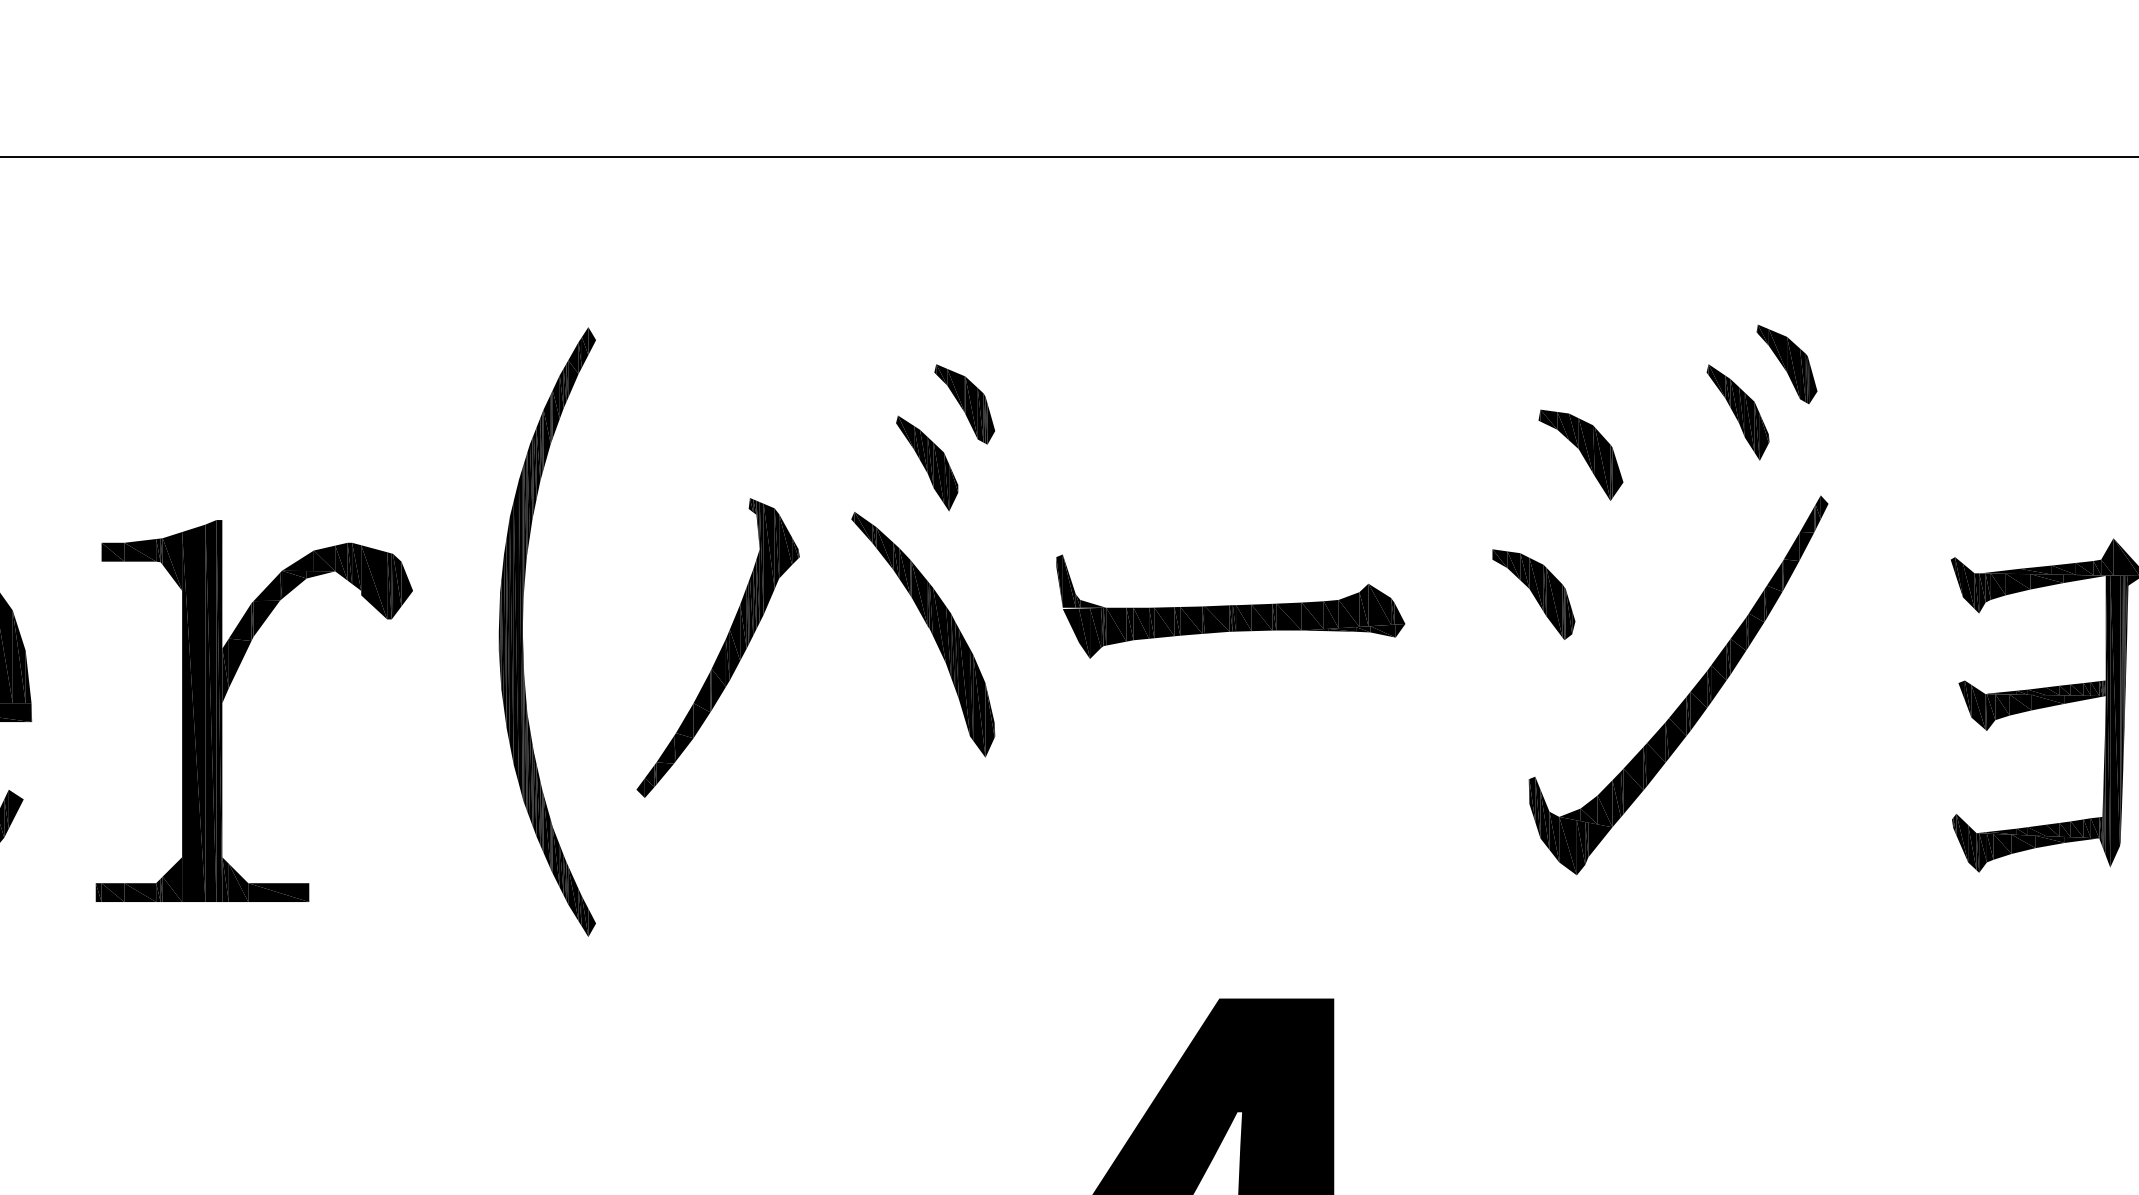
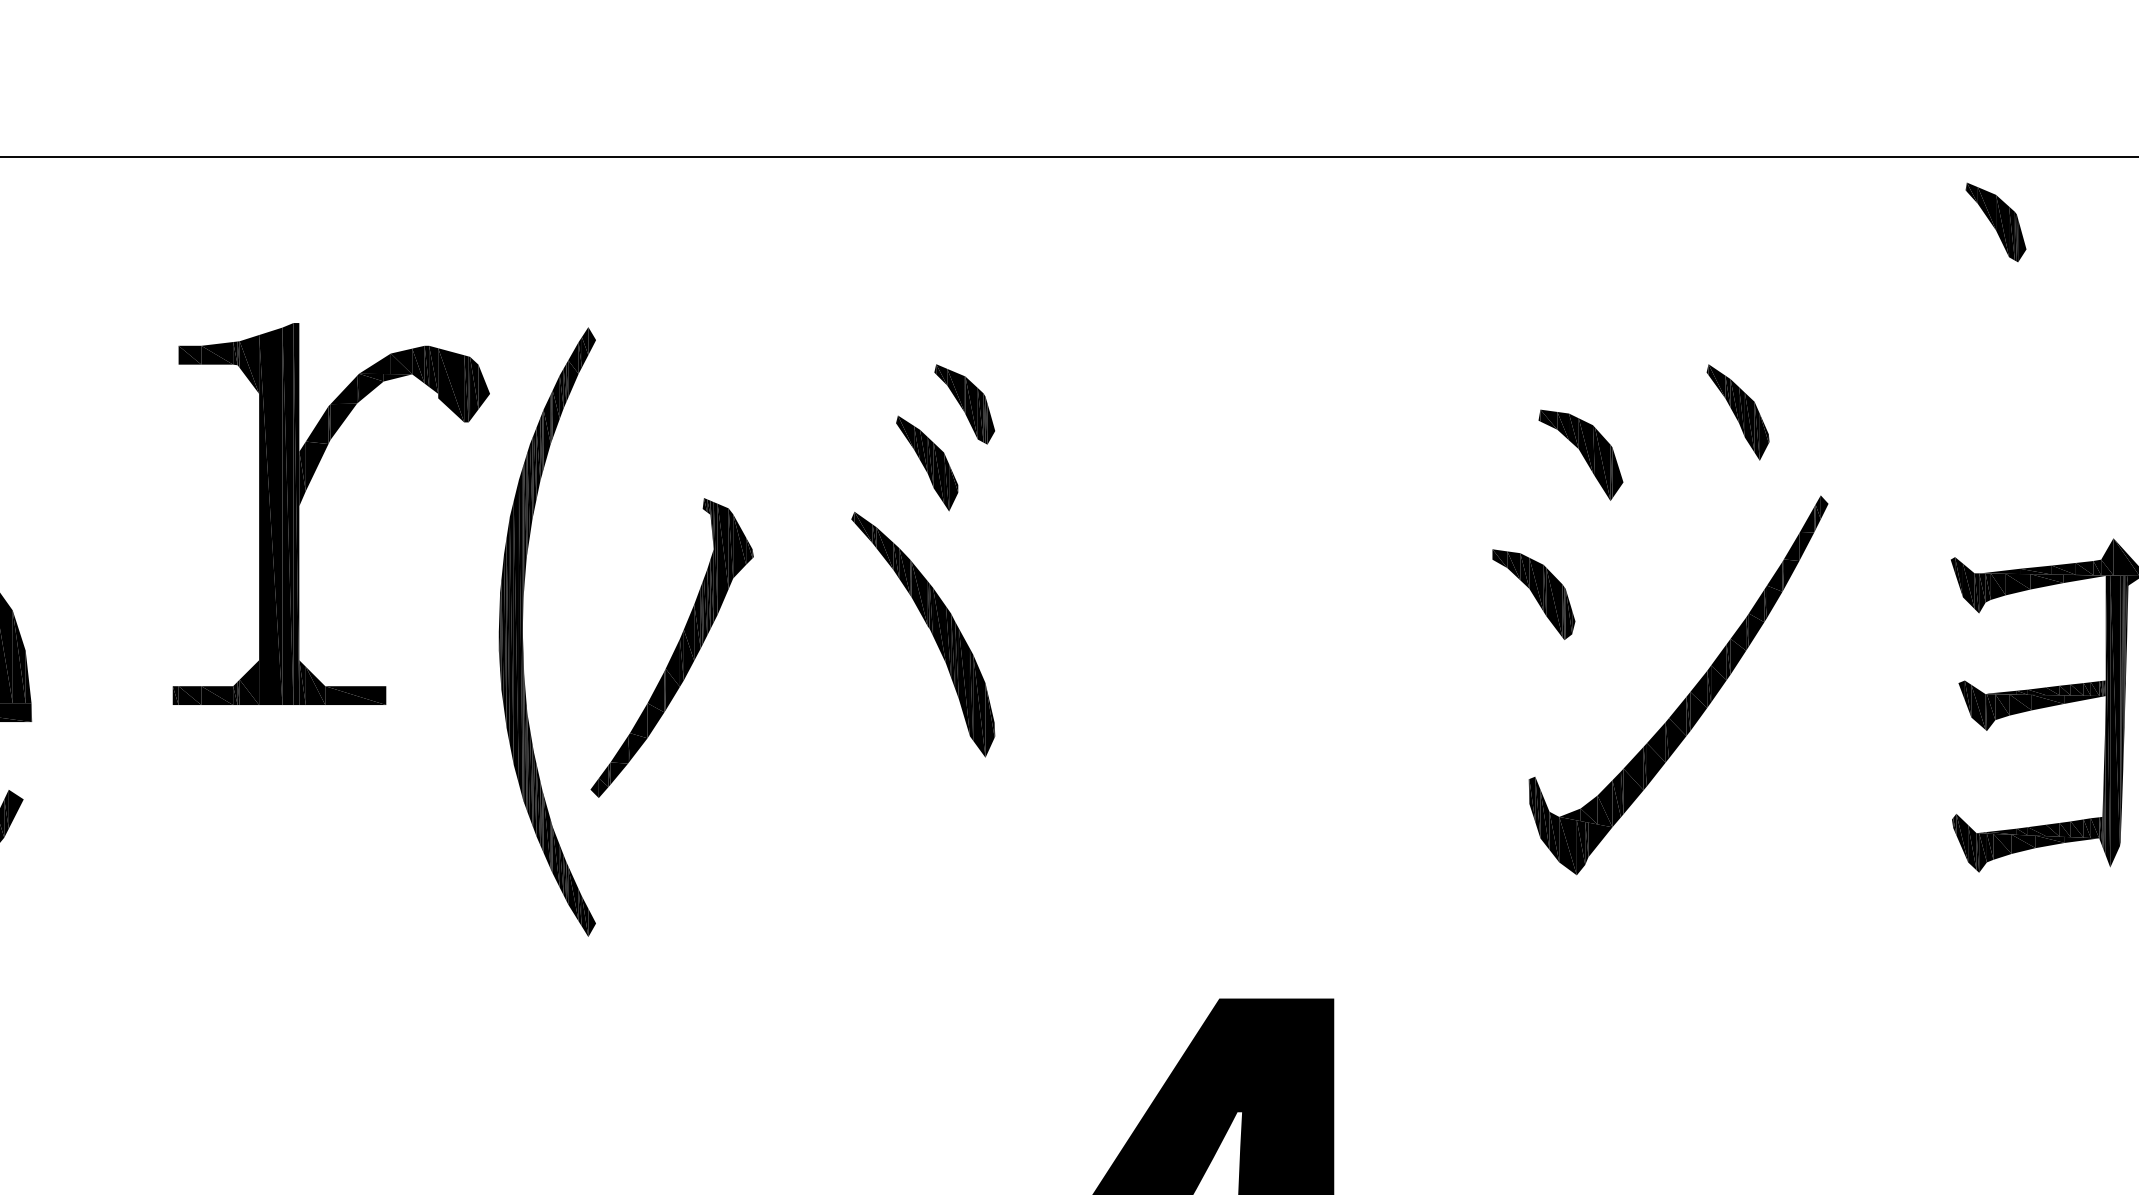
part at (1786, 364) position: (1786, 364) -> (1995, 222)
part at (1230, 606): present -> none
part at (717, 647) position: (717, 647) -> (671, 647)
part at (222, 710) position: (222, 710) -> (299, 513)
